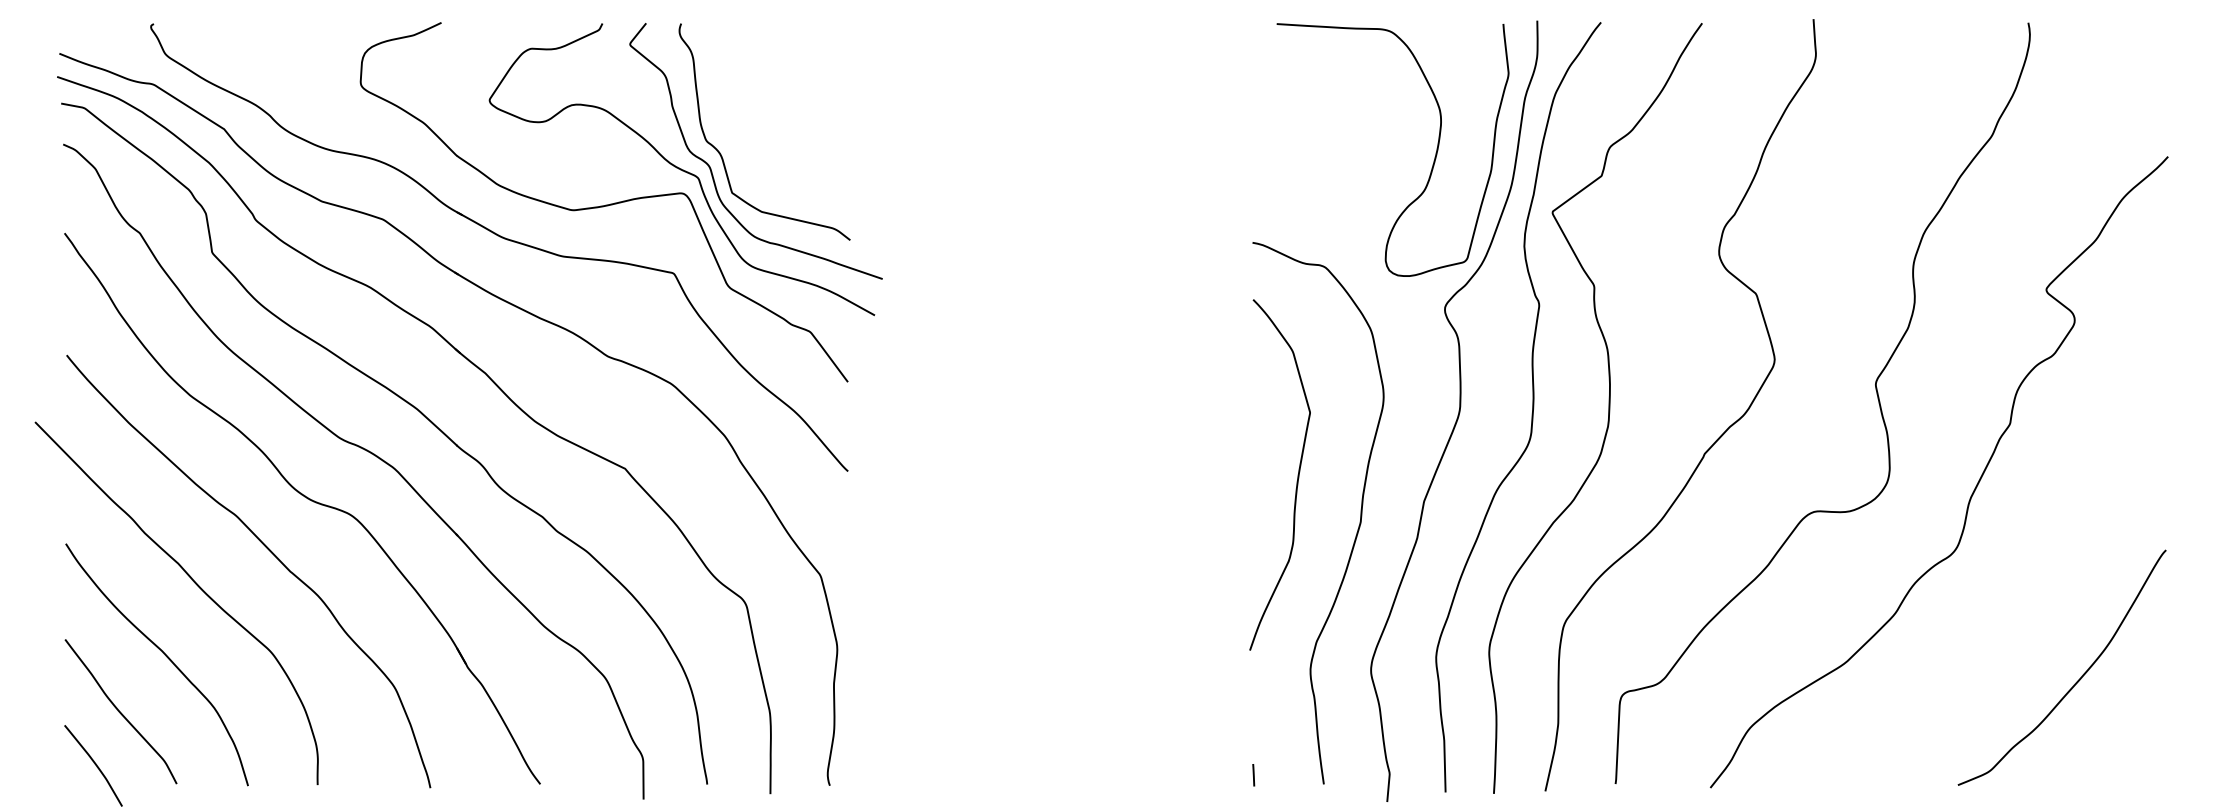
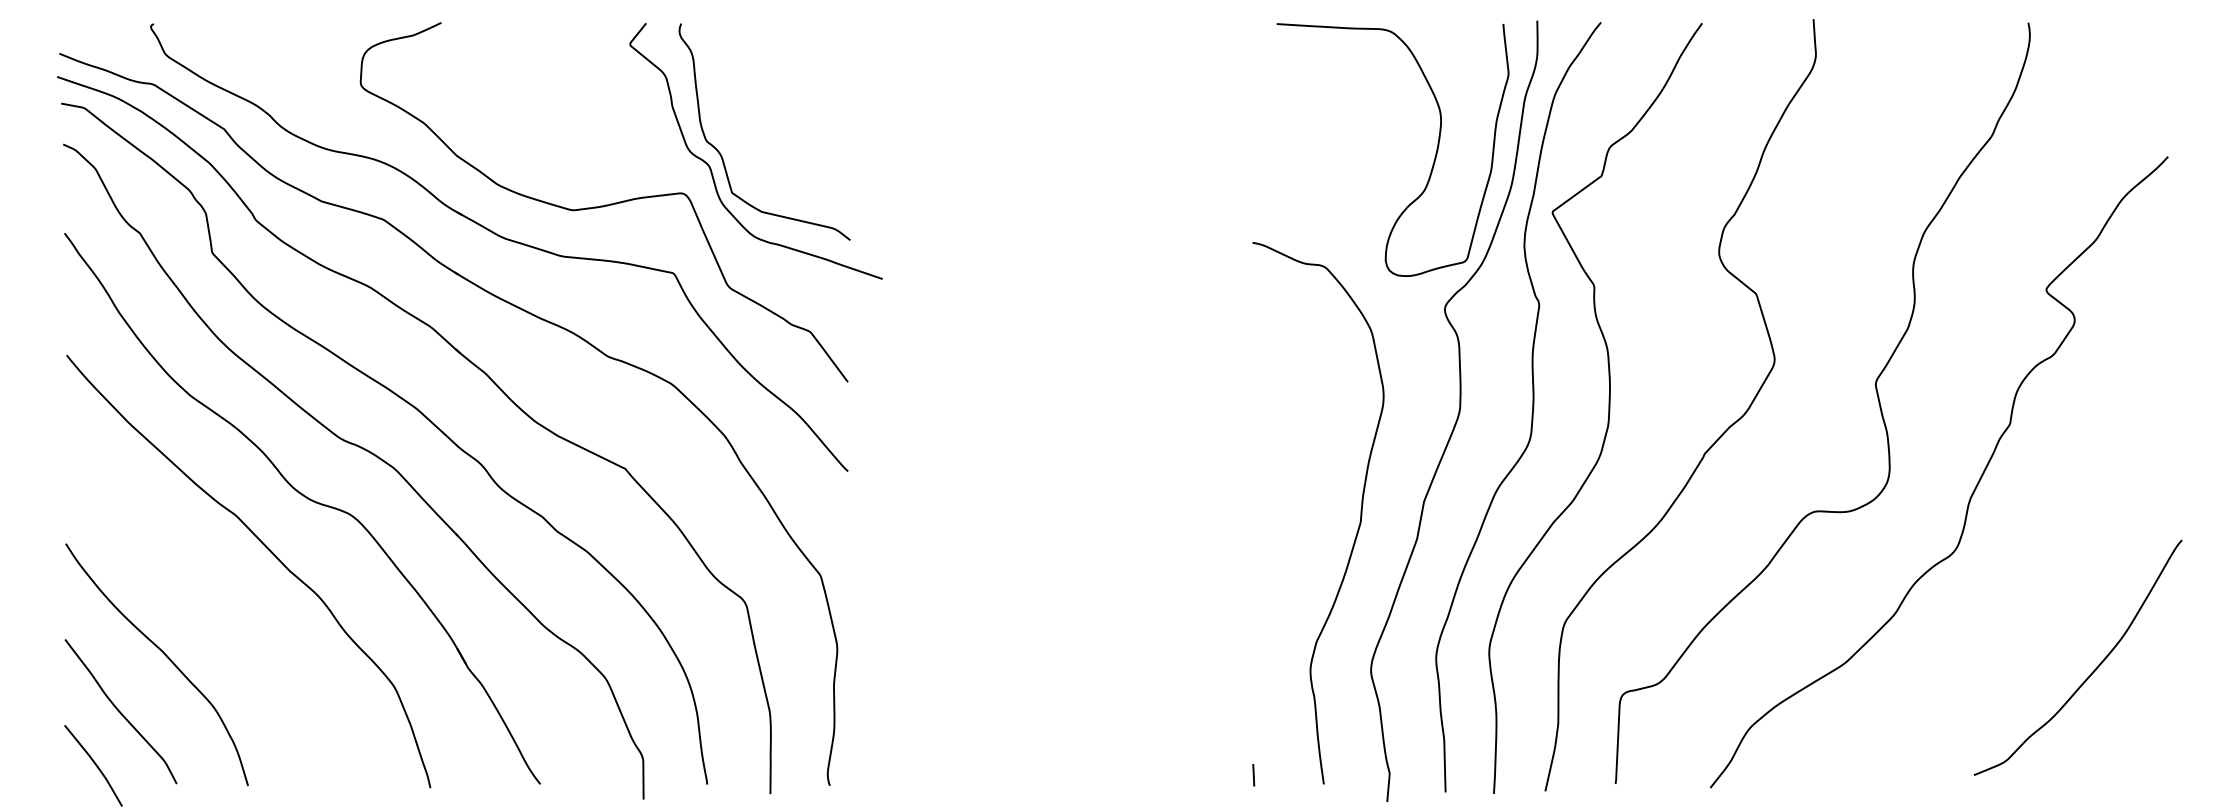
curve at (681, 169): present -> none
curve at (1297, 474): present -> none
curve at (195, 584): present -> none
curve at (2076, 681) position: (2076, 681) -> (2092, 671)
